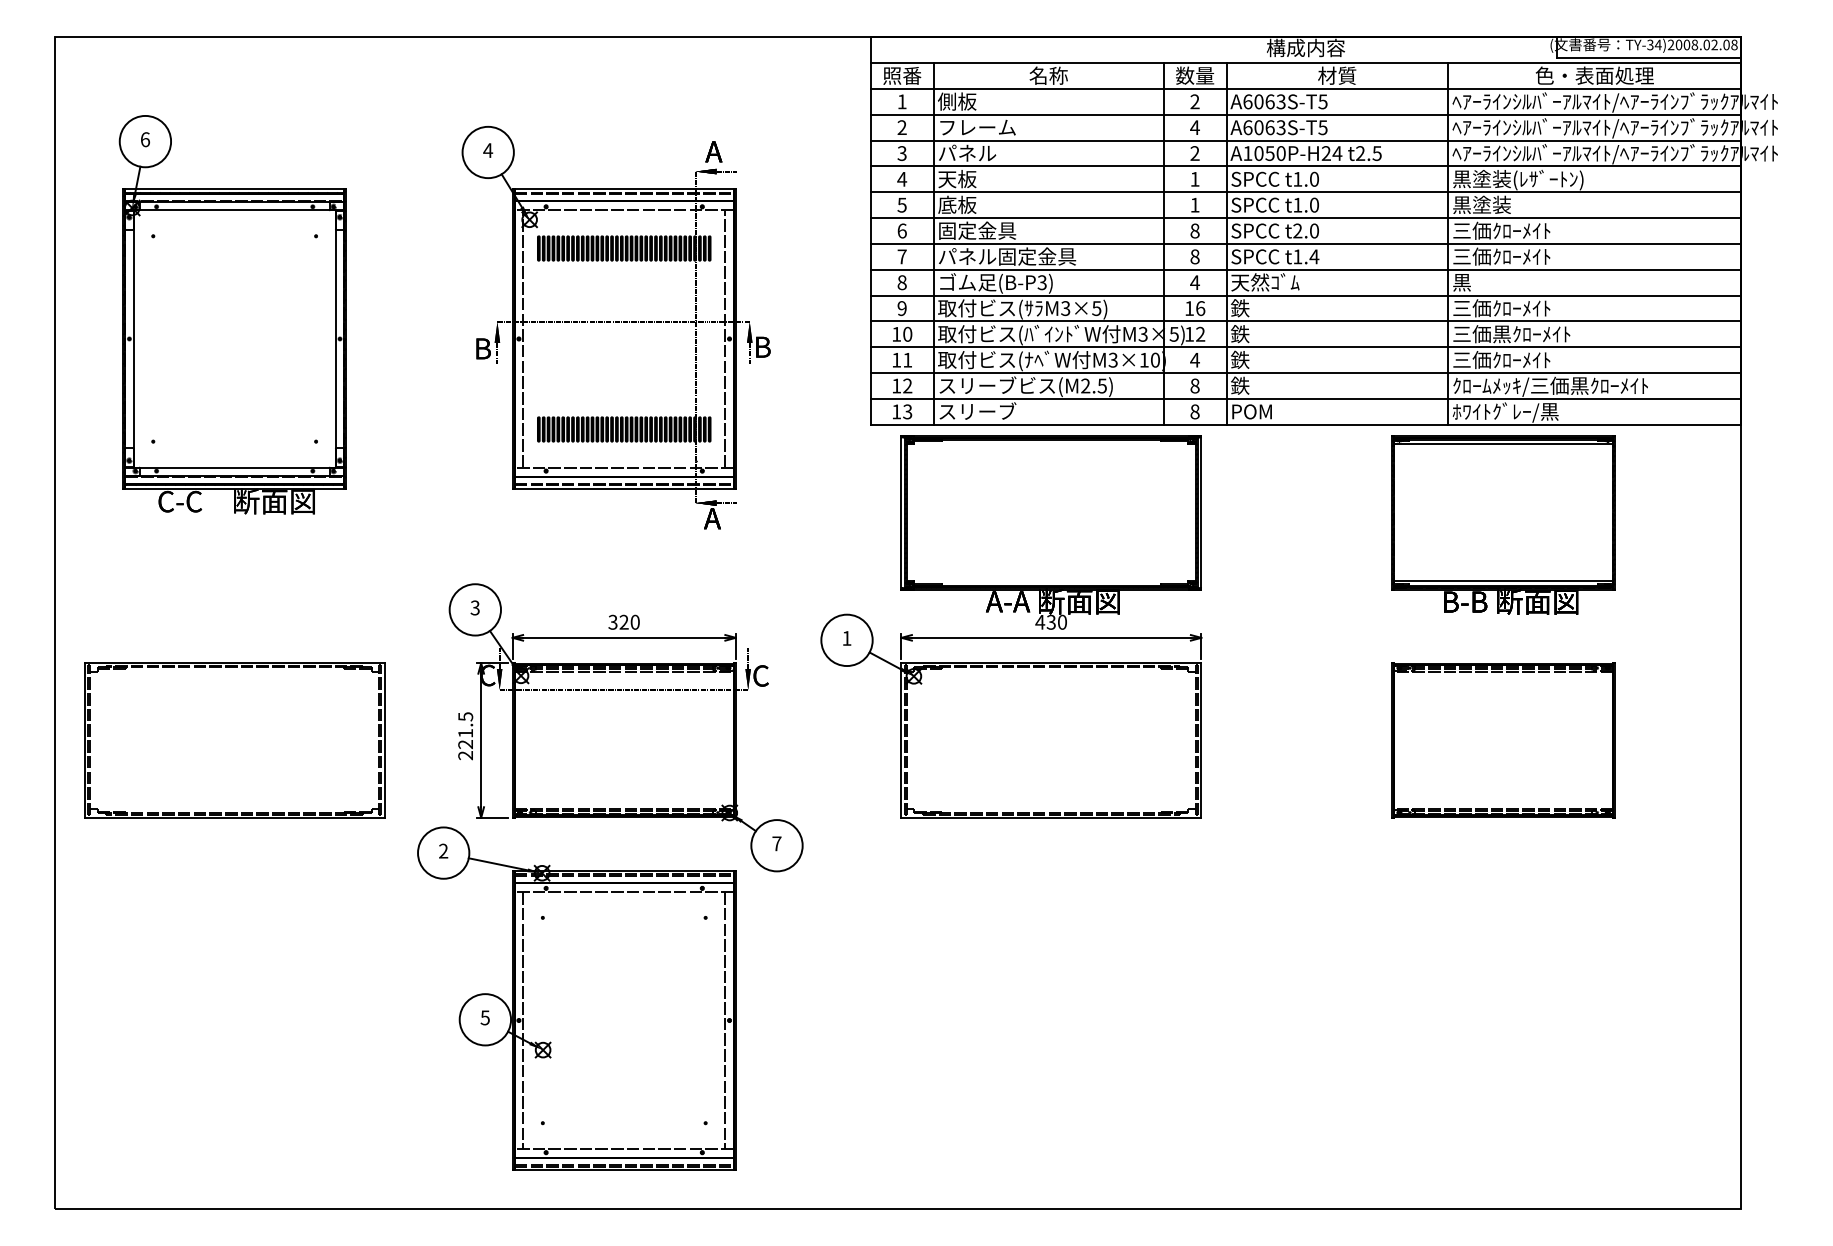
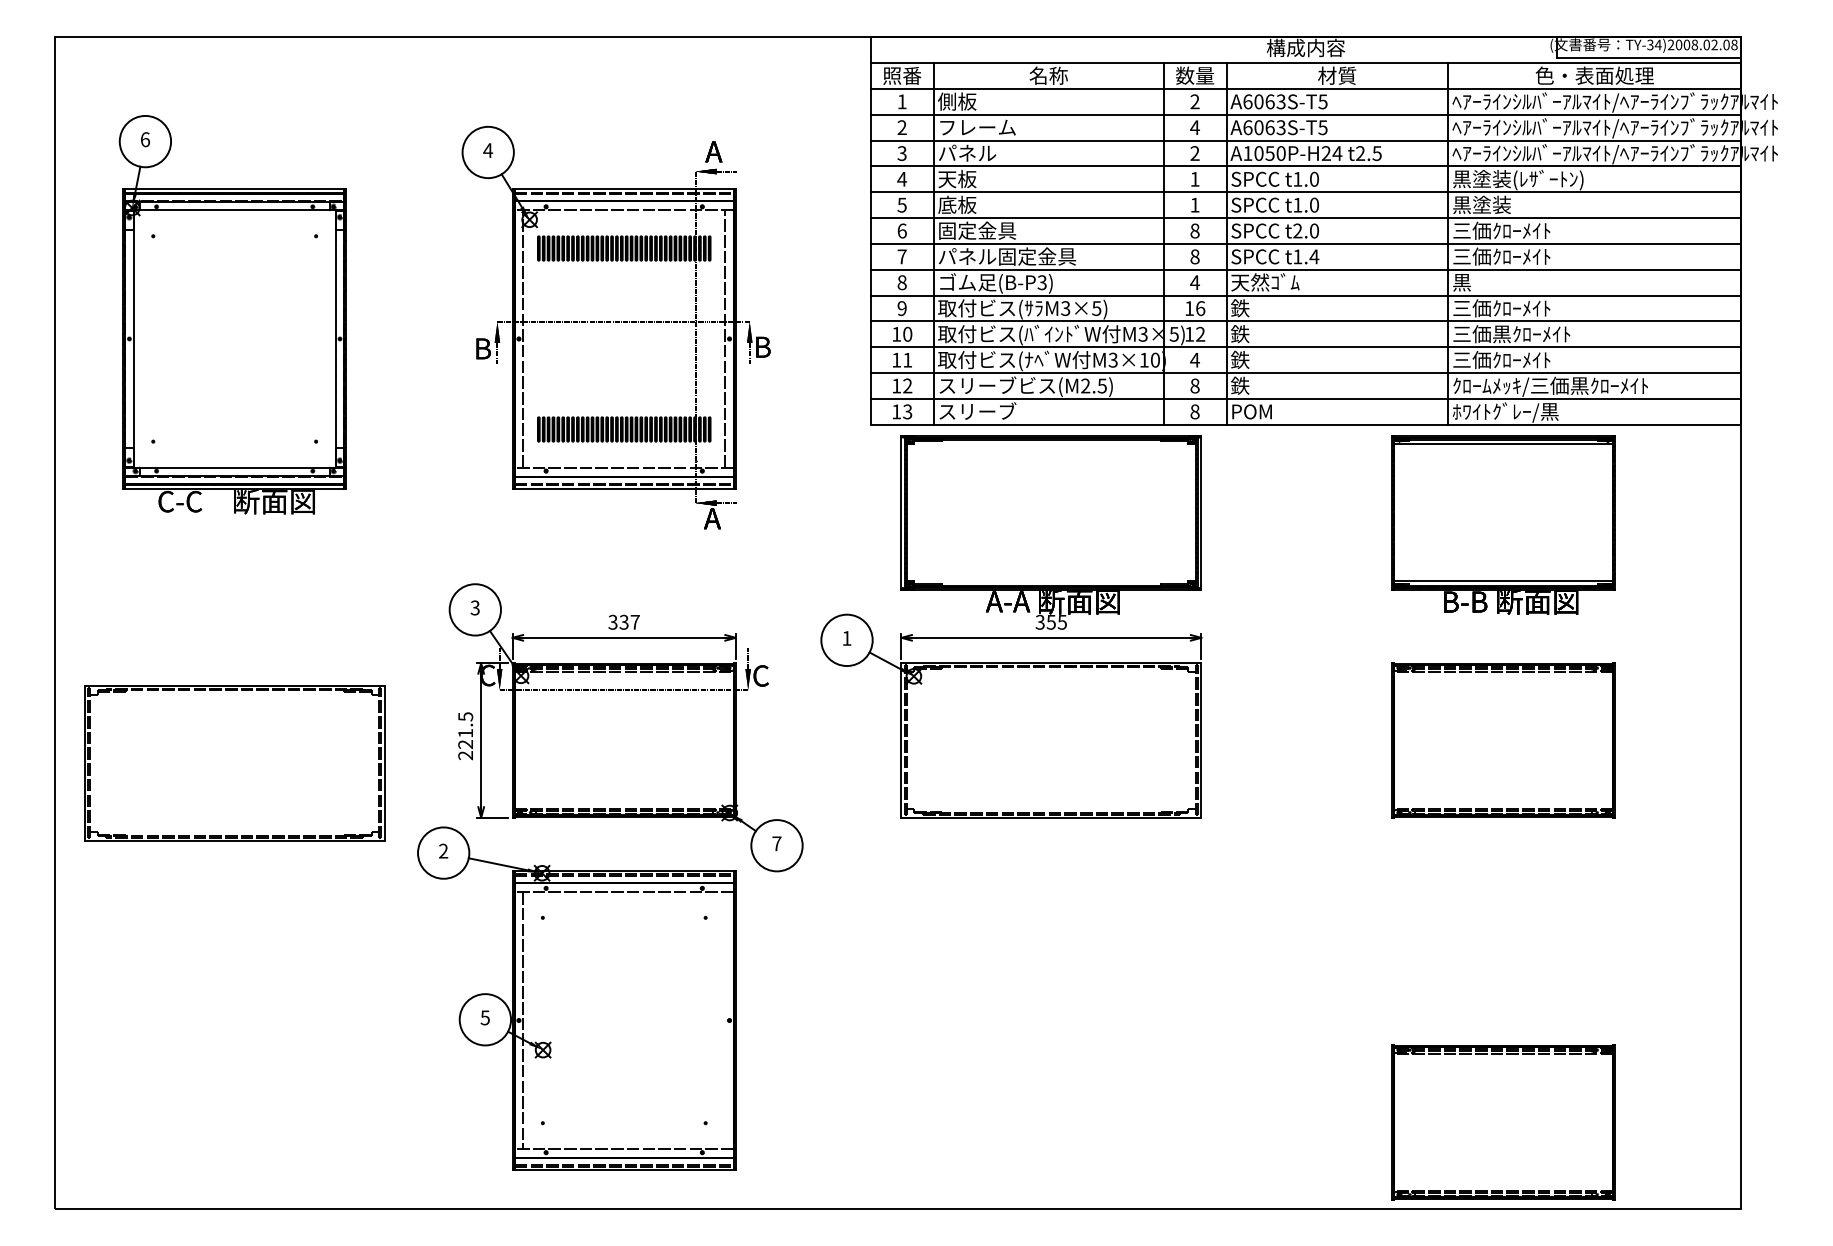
text at (629, 621): 320 -> 337
text at (1050, 621): 430 -> 355
part at (234, 740) position: (234, 740) -> (234, 763)
line at (725, 1020): present -> none
part at (1503, 1122): none -> present
